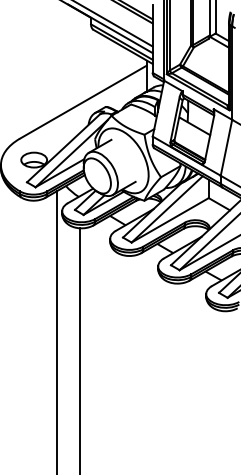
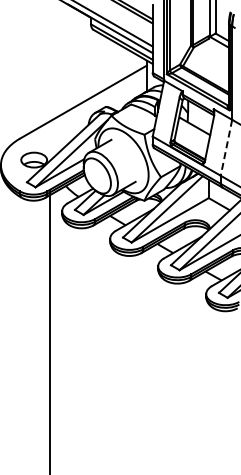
line at (226, 147): solid -> dashed
line at (56, 331) position: (56, 331) -> (49, 331)
line at (80, 349): present -> none
